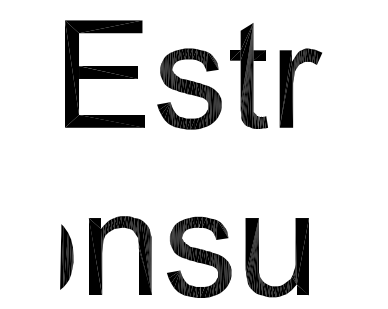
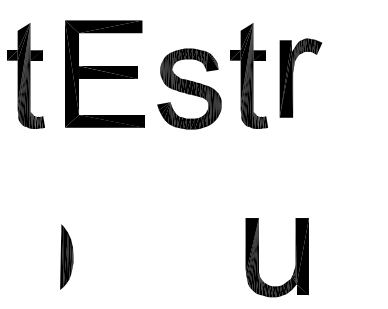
part at (25, 75): none -> present
part at (292, 87) position: (292, 87) -> (292, 77)
part at (102, 255): present -> none
part at (199, 256): present -> none
